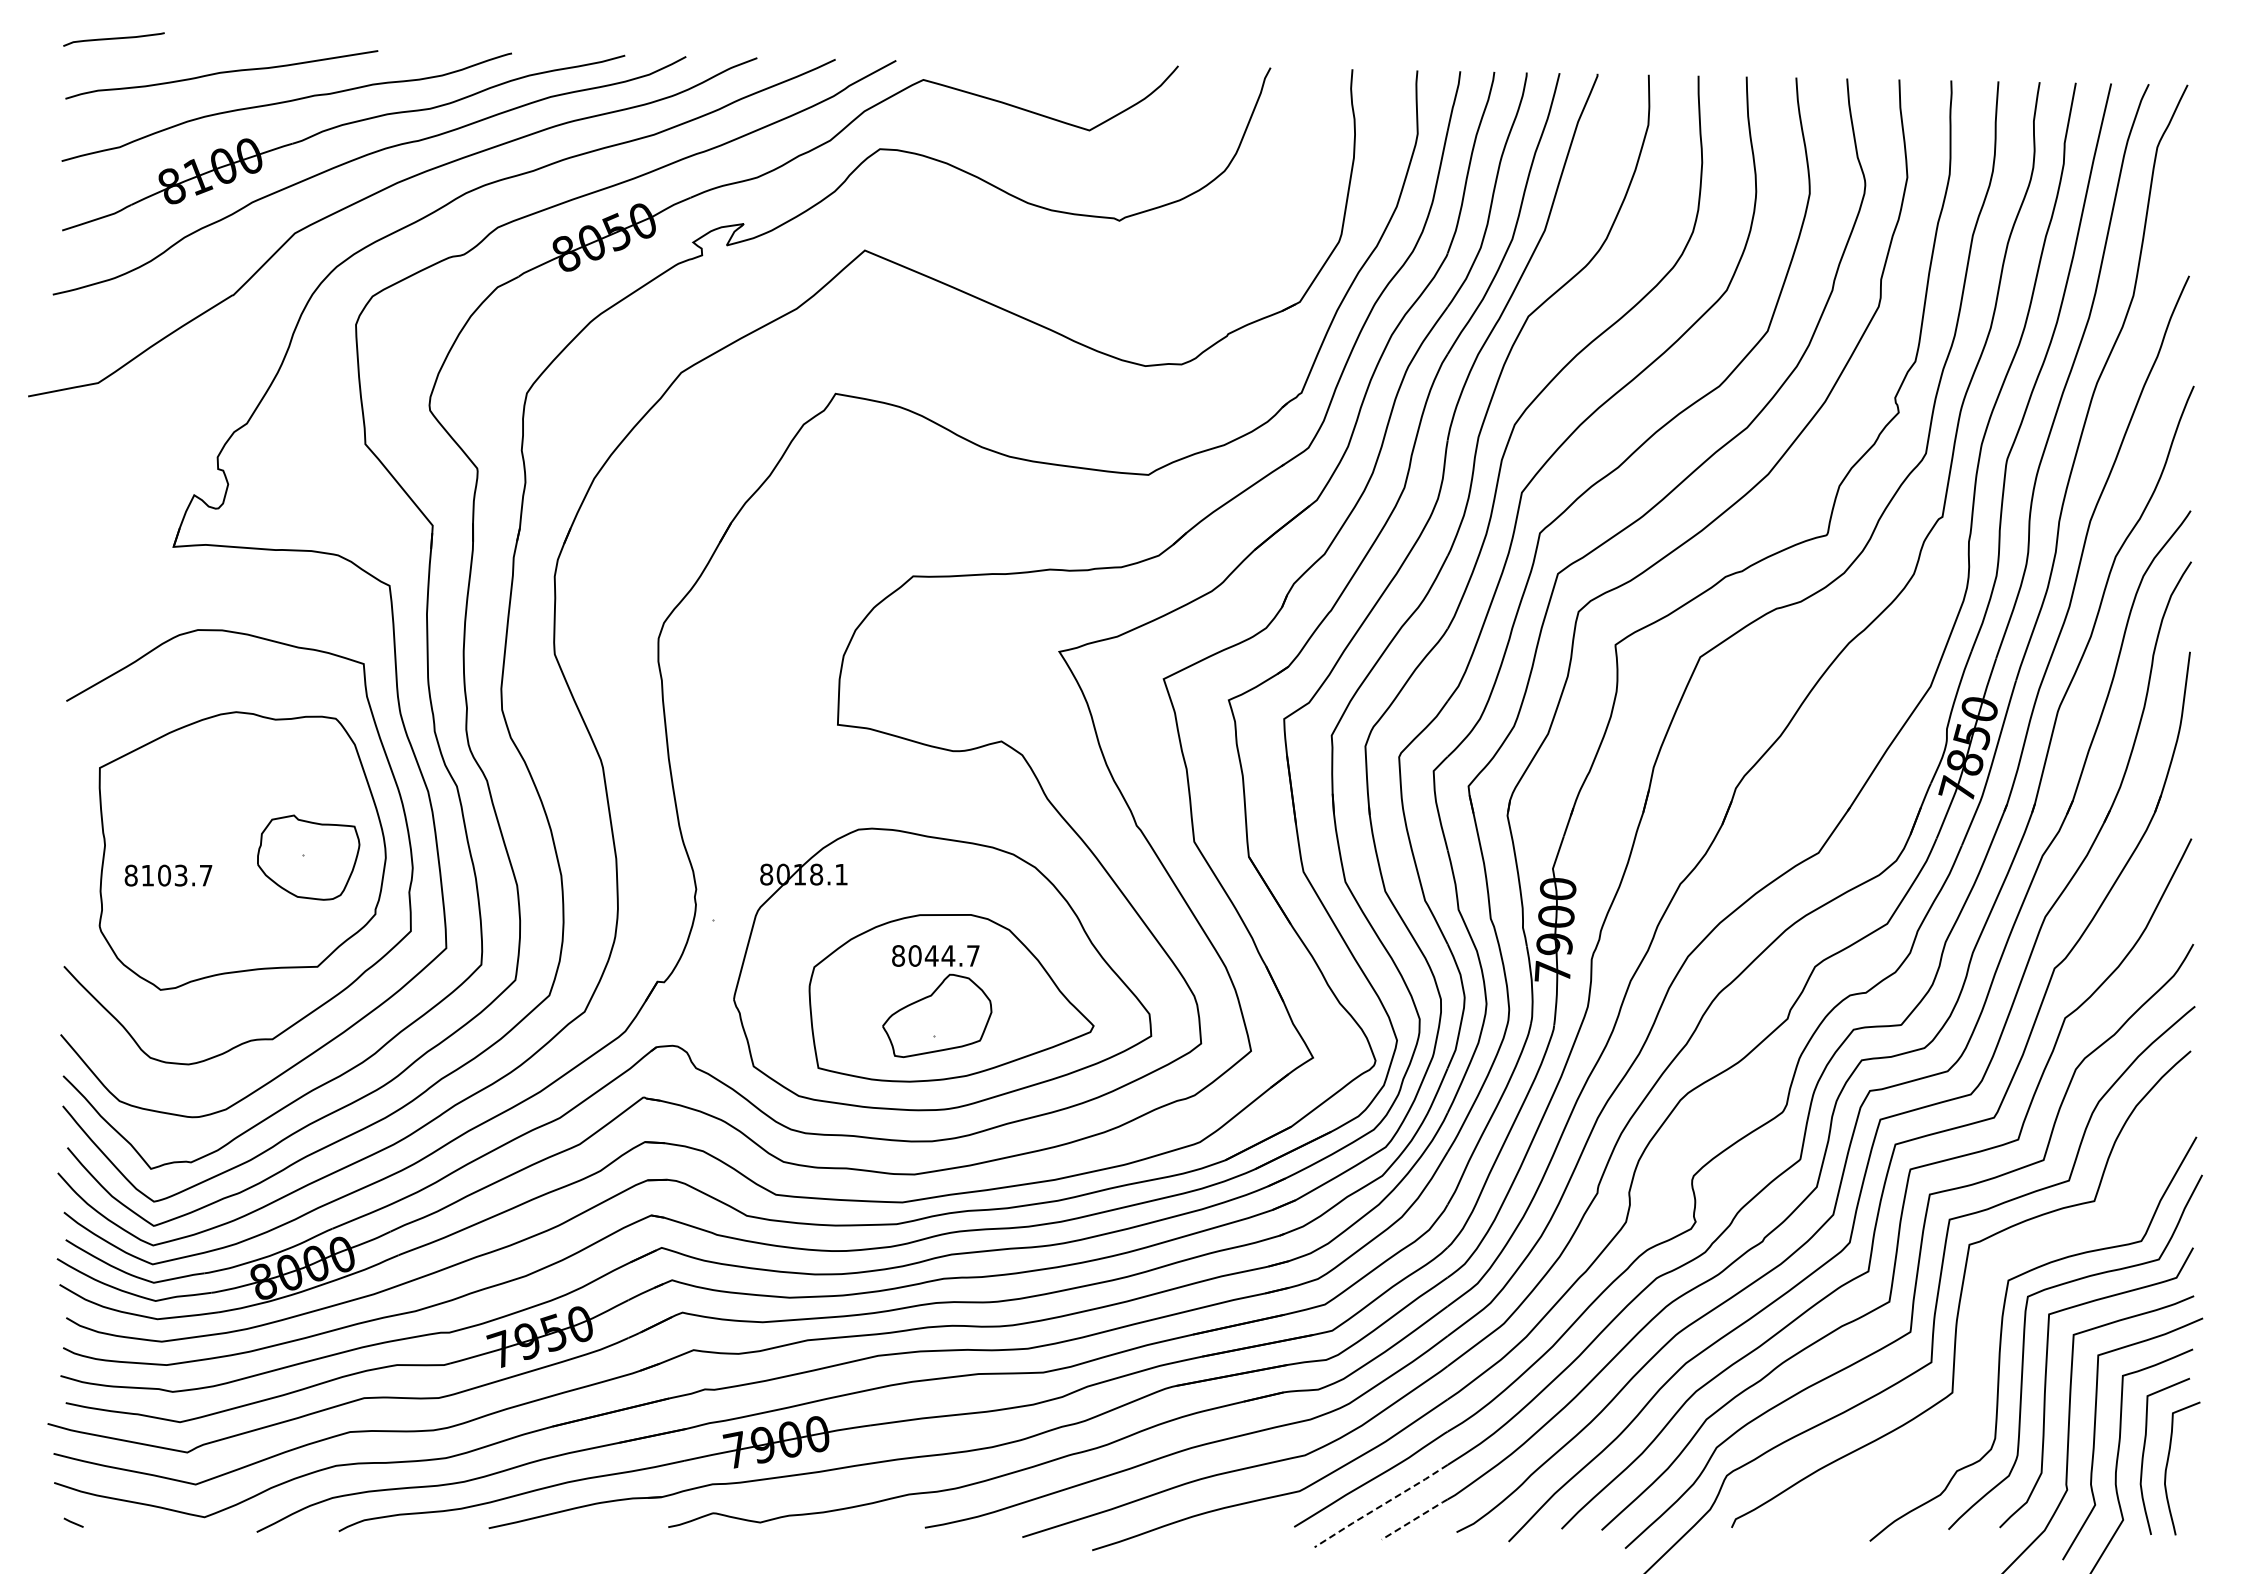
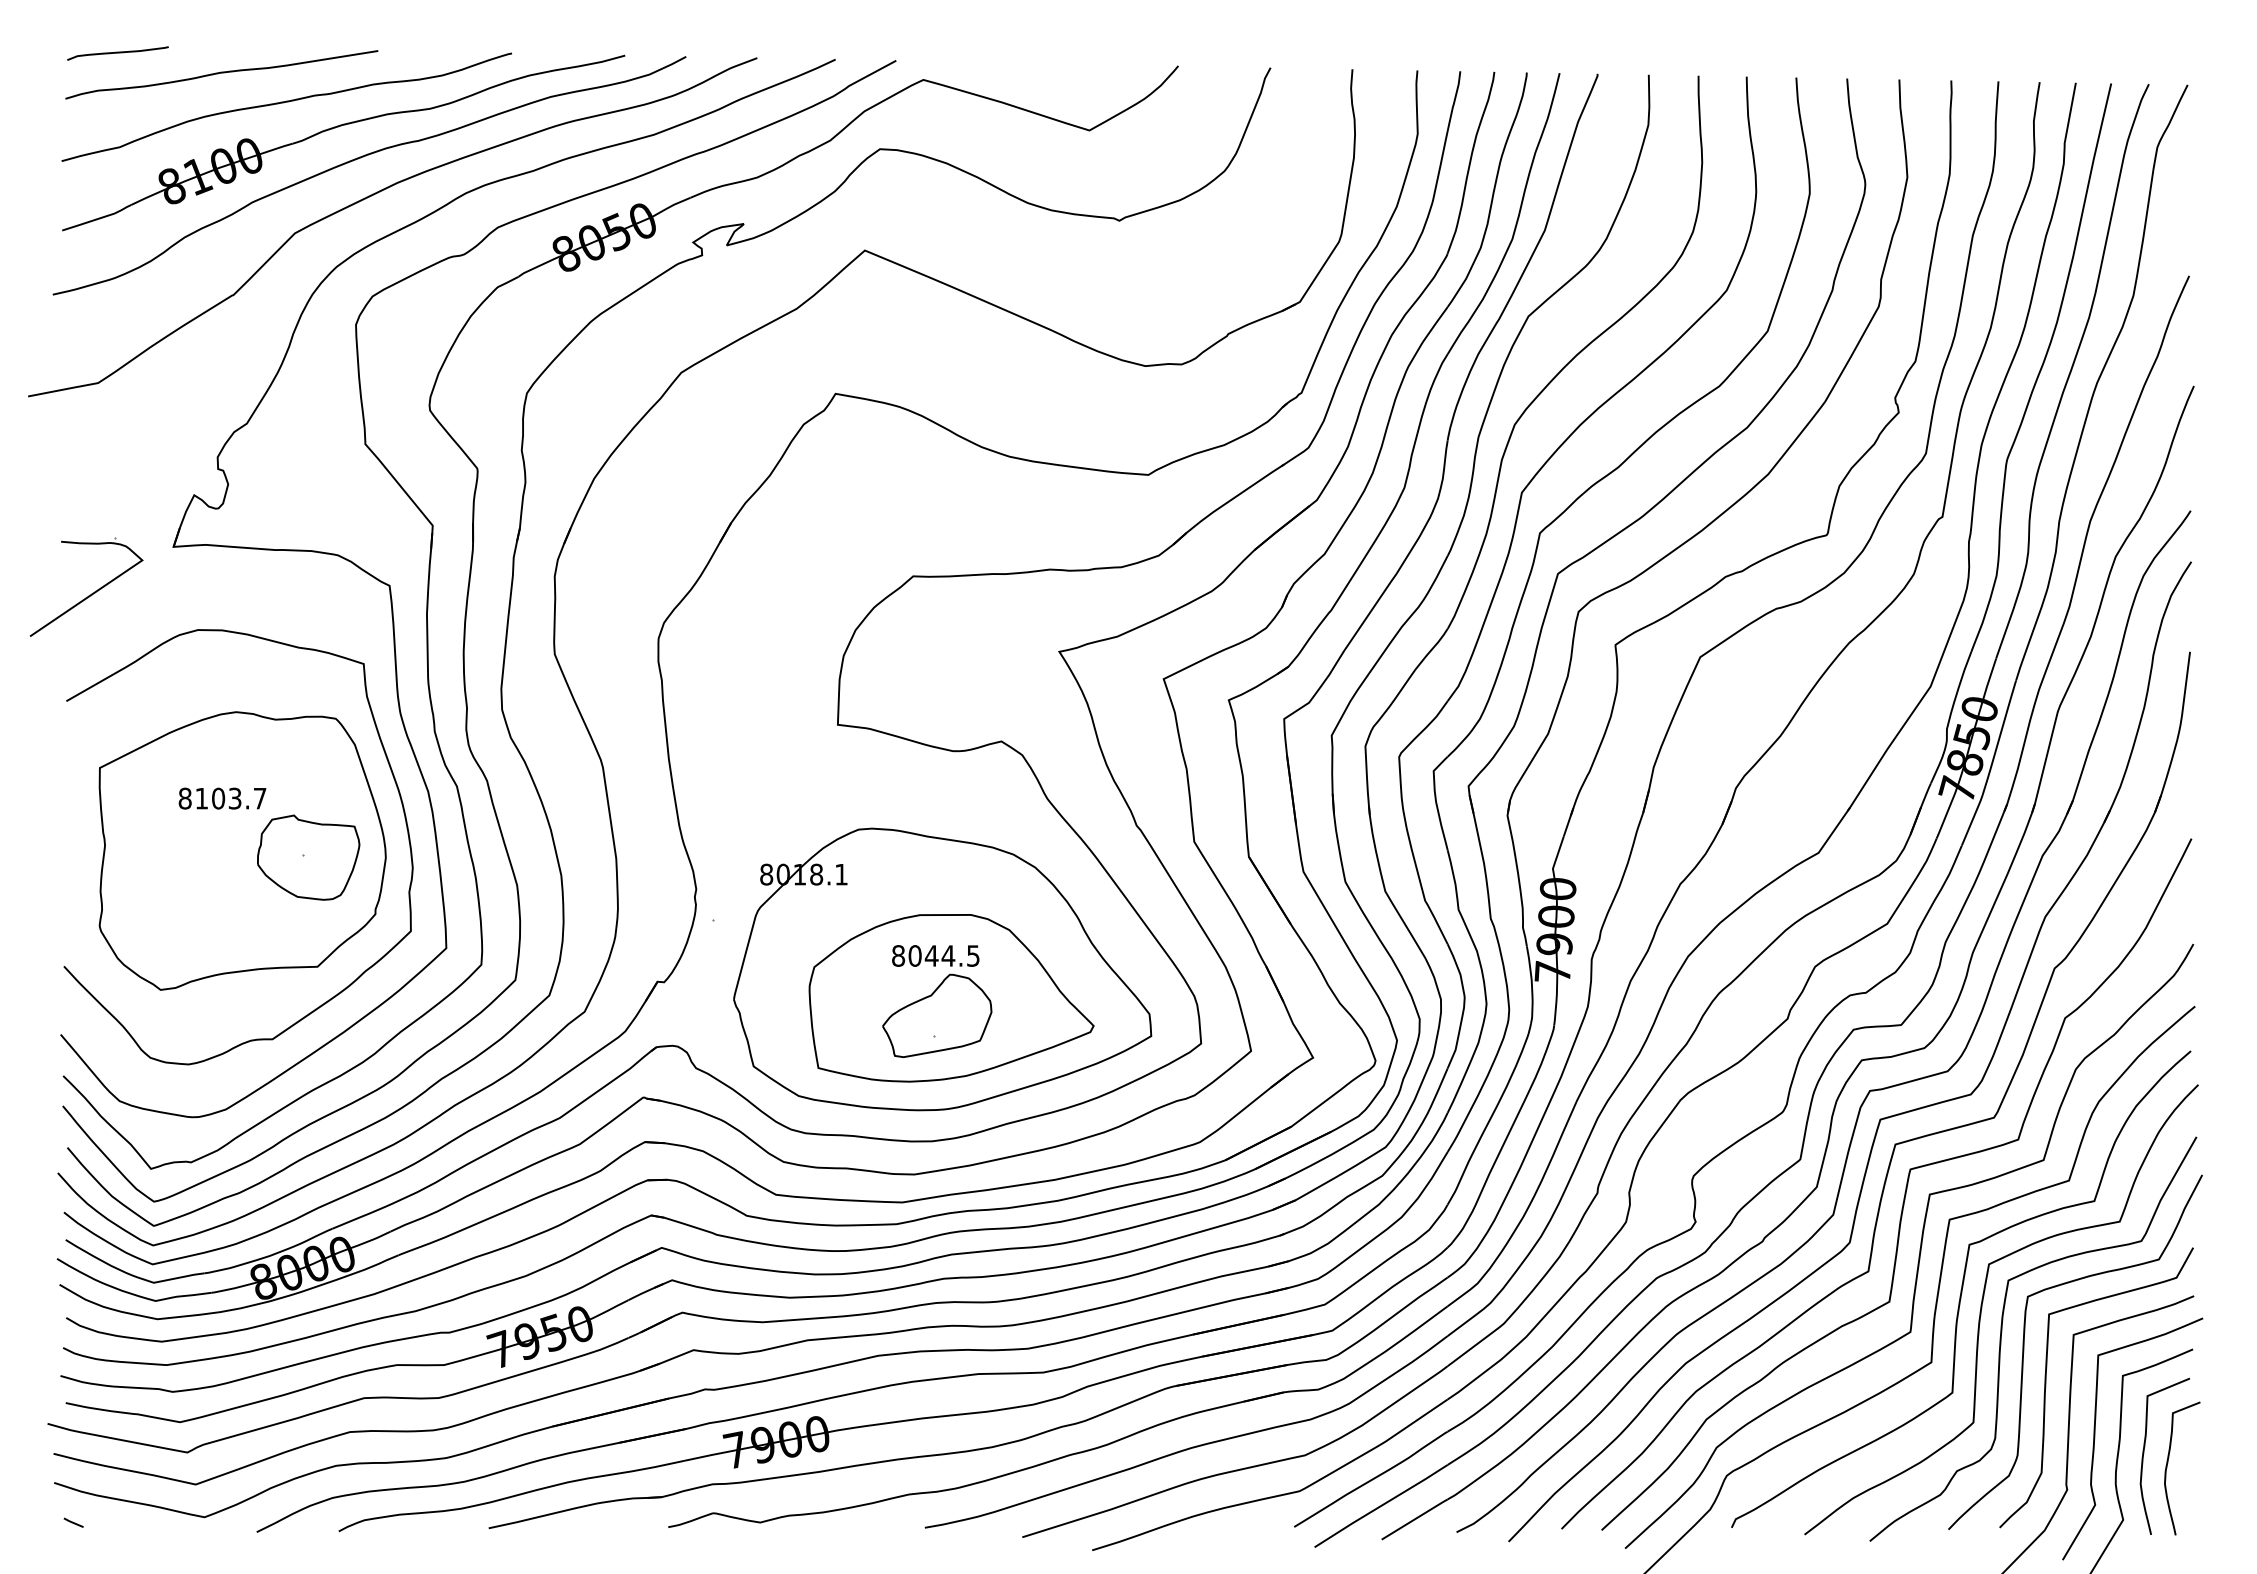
curve at (113, 39) position: (113, 39) -> (117, 53)
part at (91, 593): none -> present
text at (168, 875) position: (168, 875) -> (222, 798)
text at (973, 955): 8044.7 -> 8044.5
curve at (1982, 1308): none -> present
line at (1380, 1506): dashed -> solid
line at (1414, 1519): dashed -> solid
